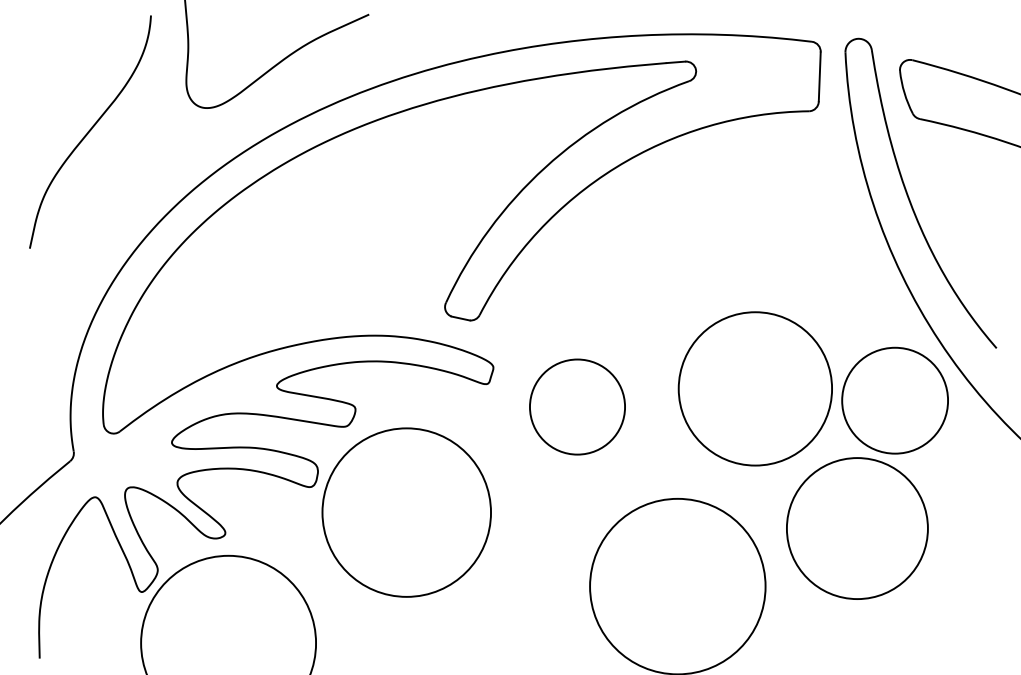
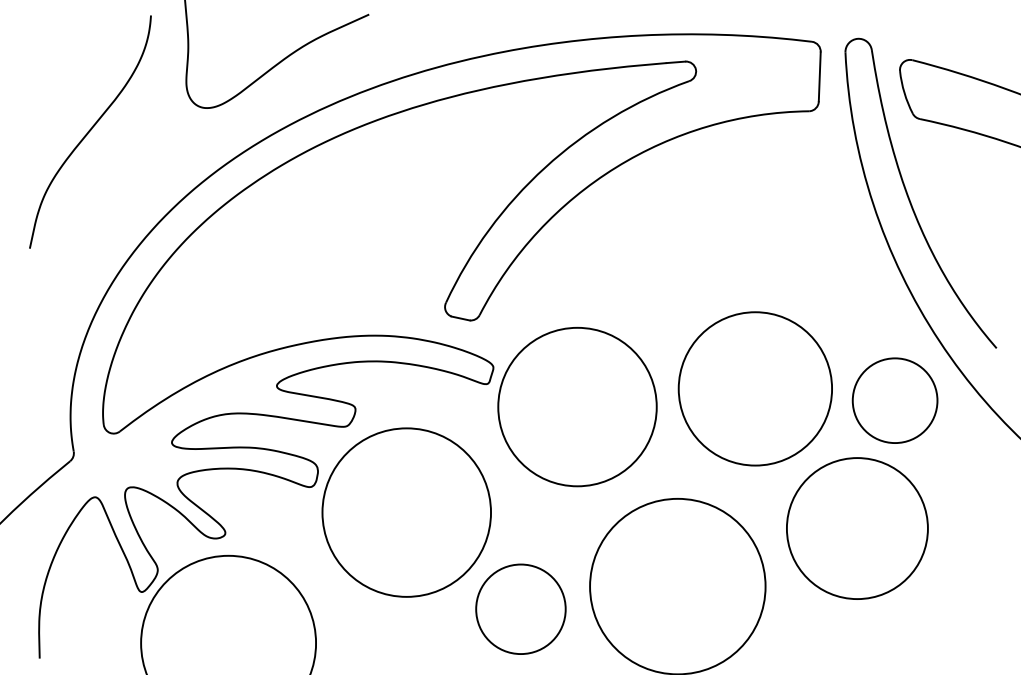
circle at (895, 400) diameter: 106 px -> 85 px
circle at (577, 406) diameter: 95 px -> 158 px
circle at (520, 608): none -> present
